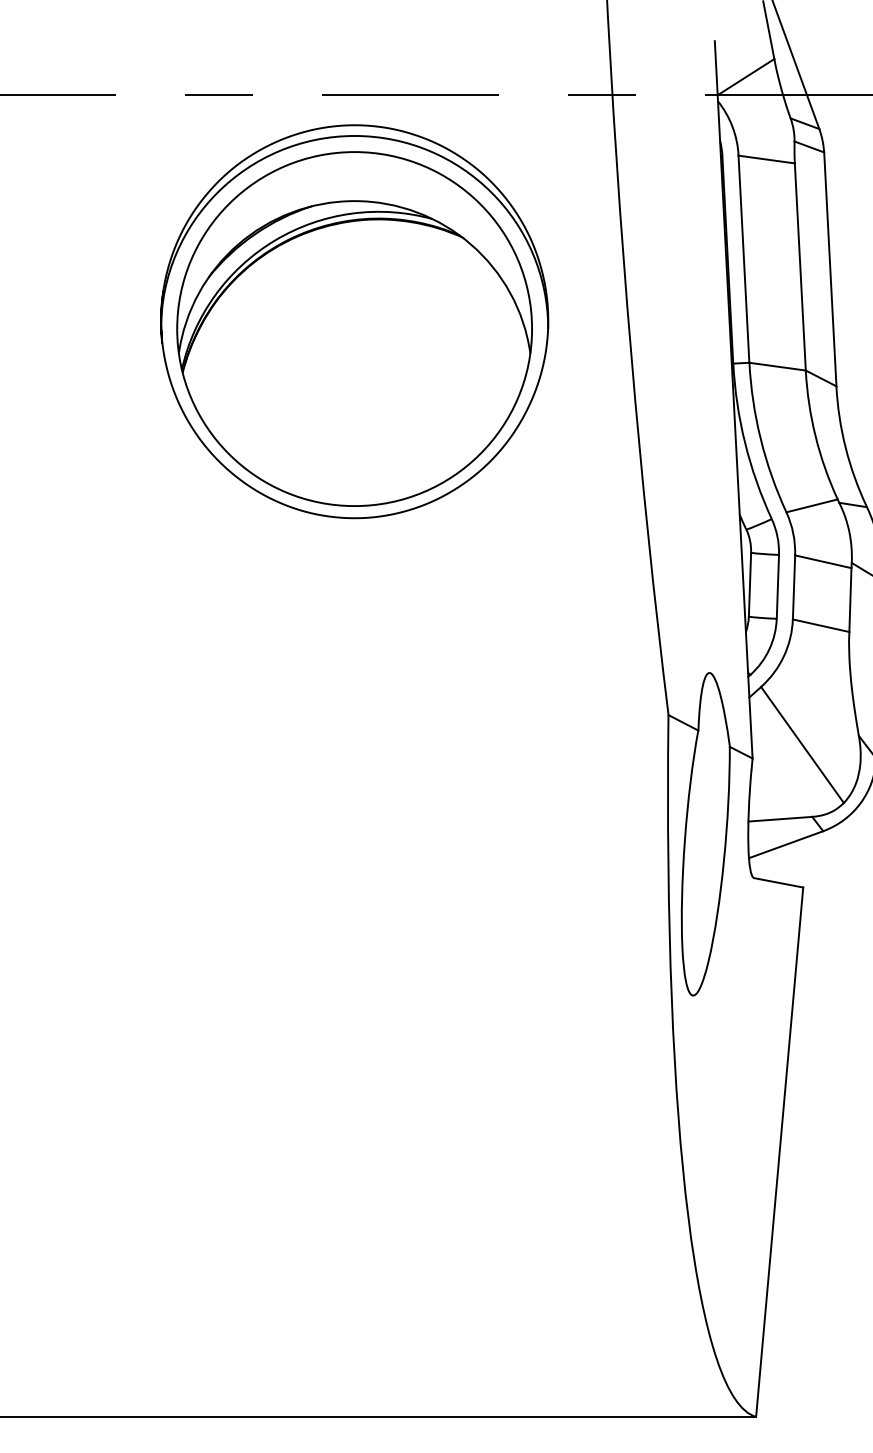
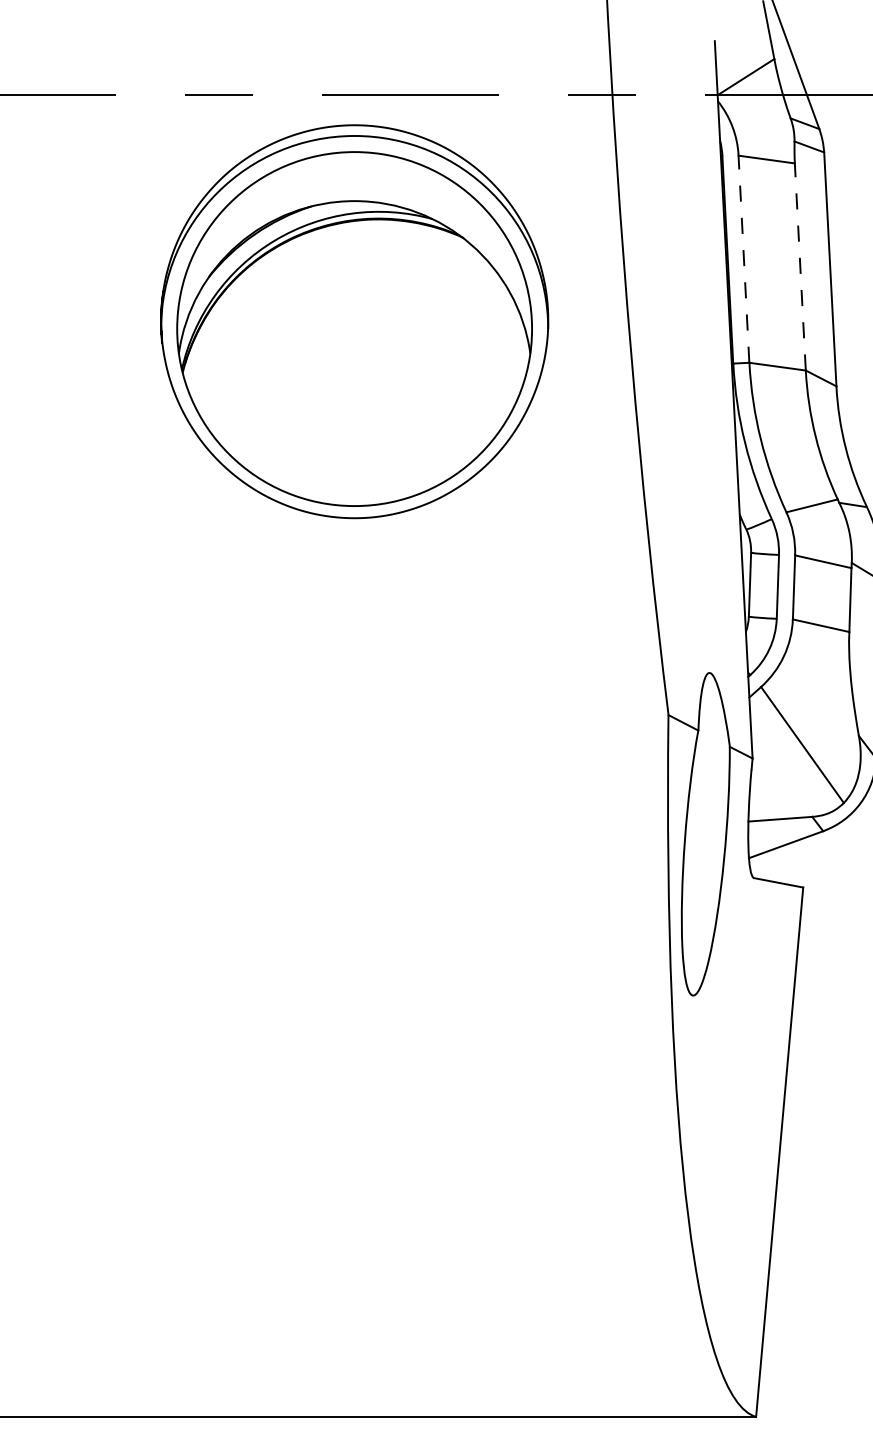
line at (743, 259): solid -> dashed
line at (800, 266): solid -> dashed
